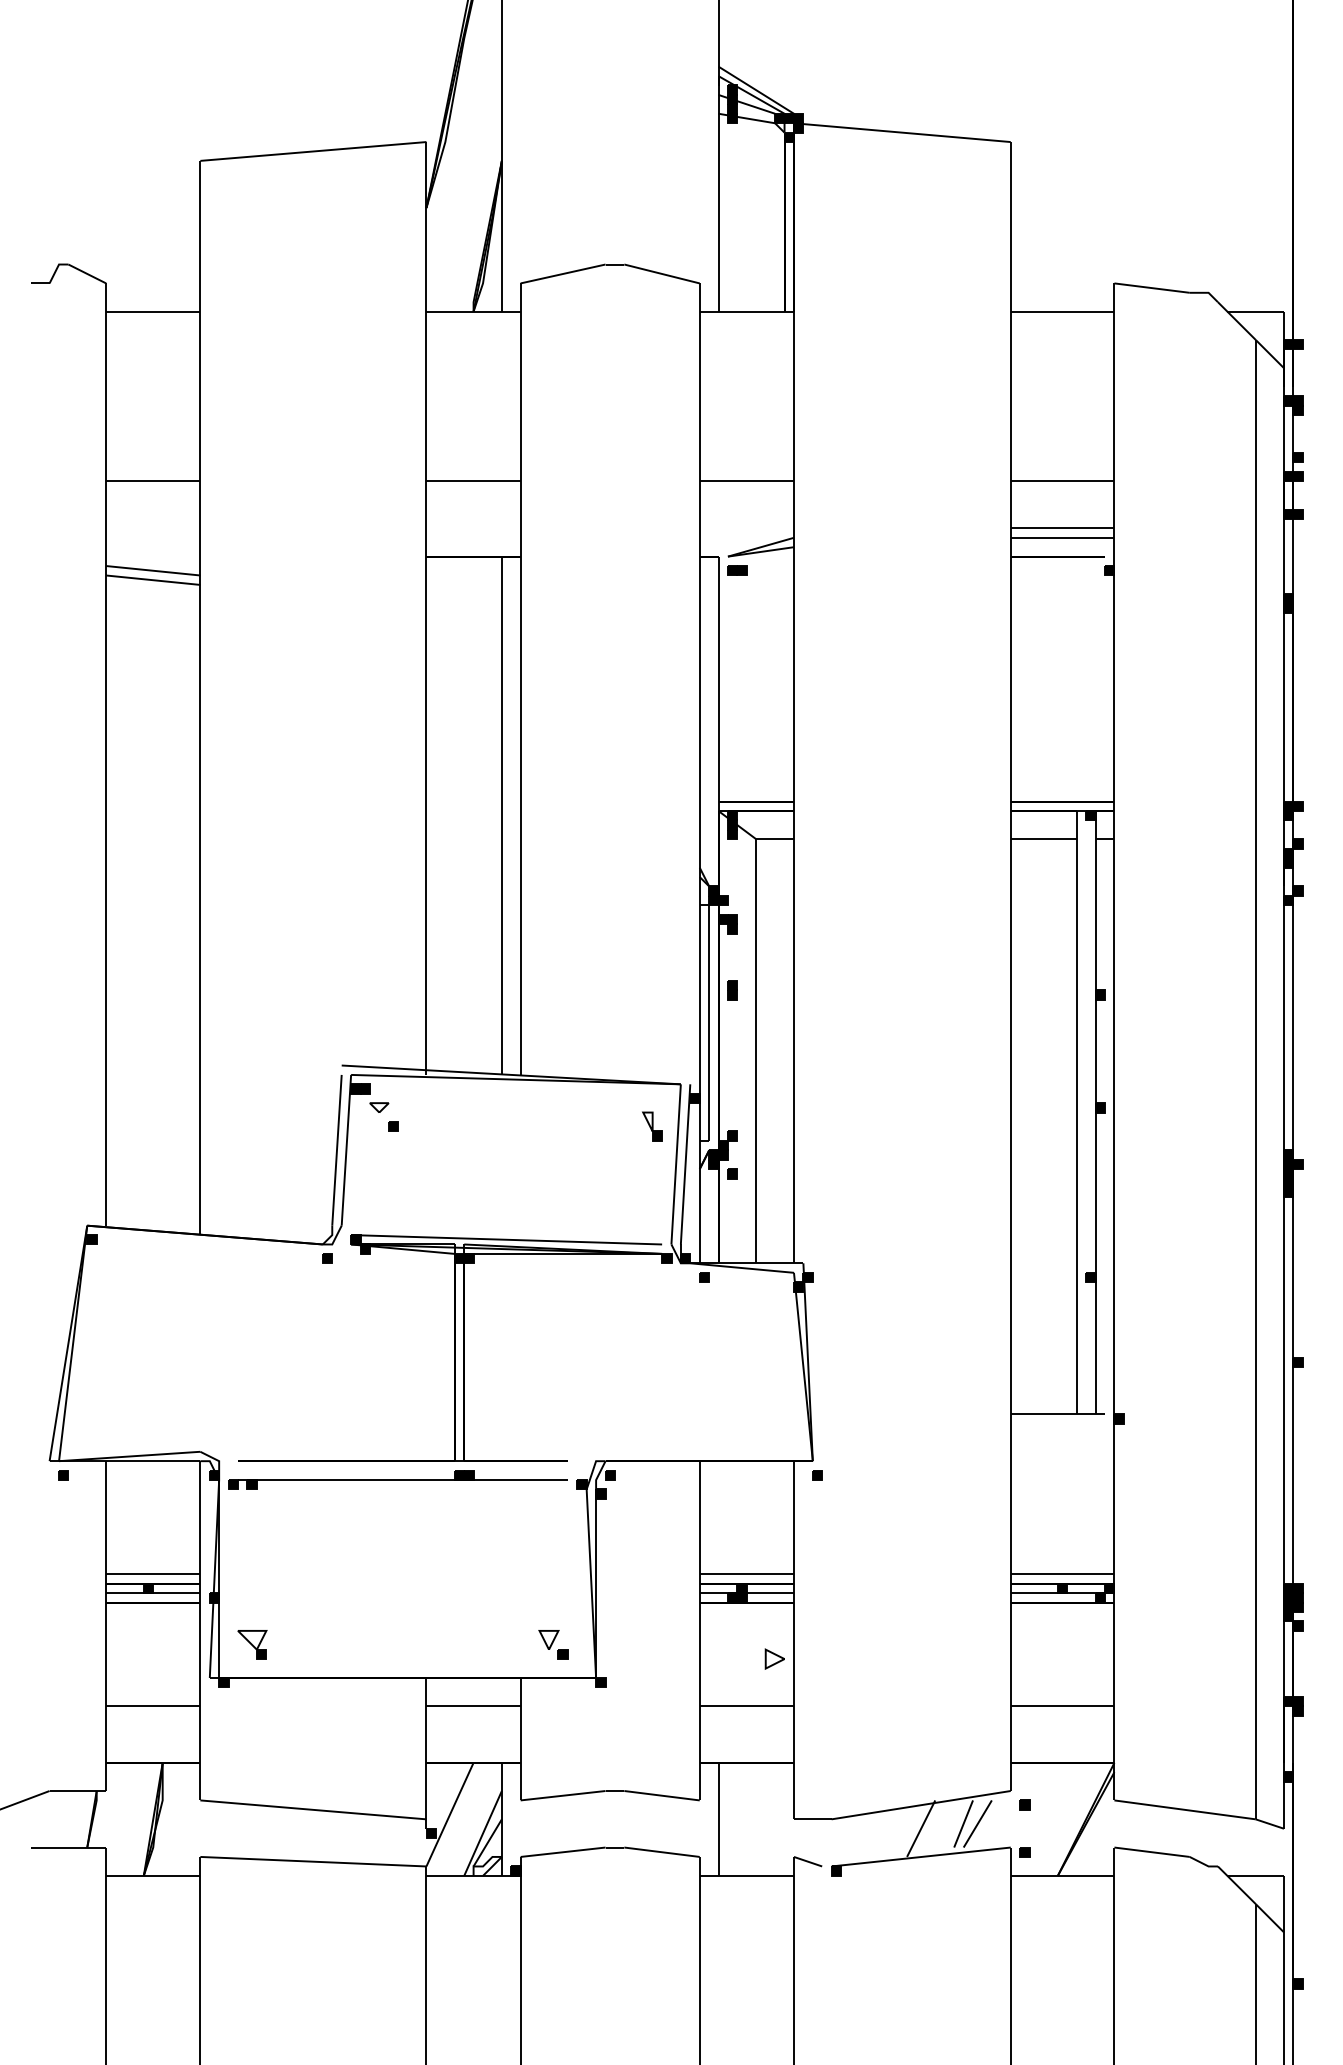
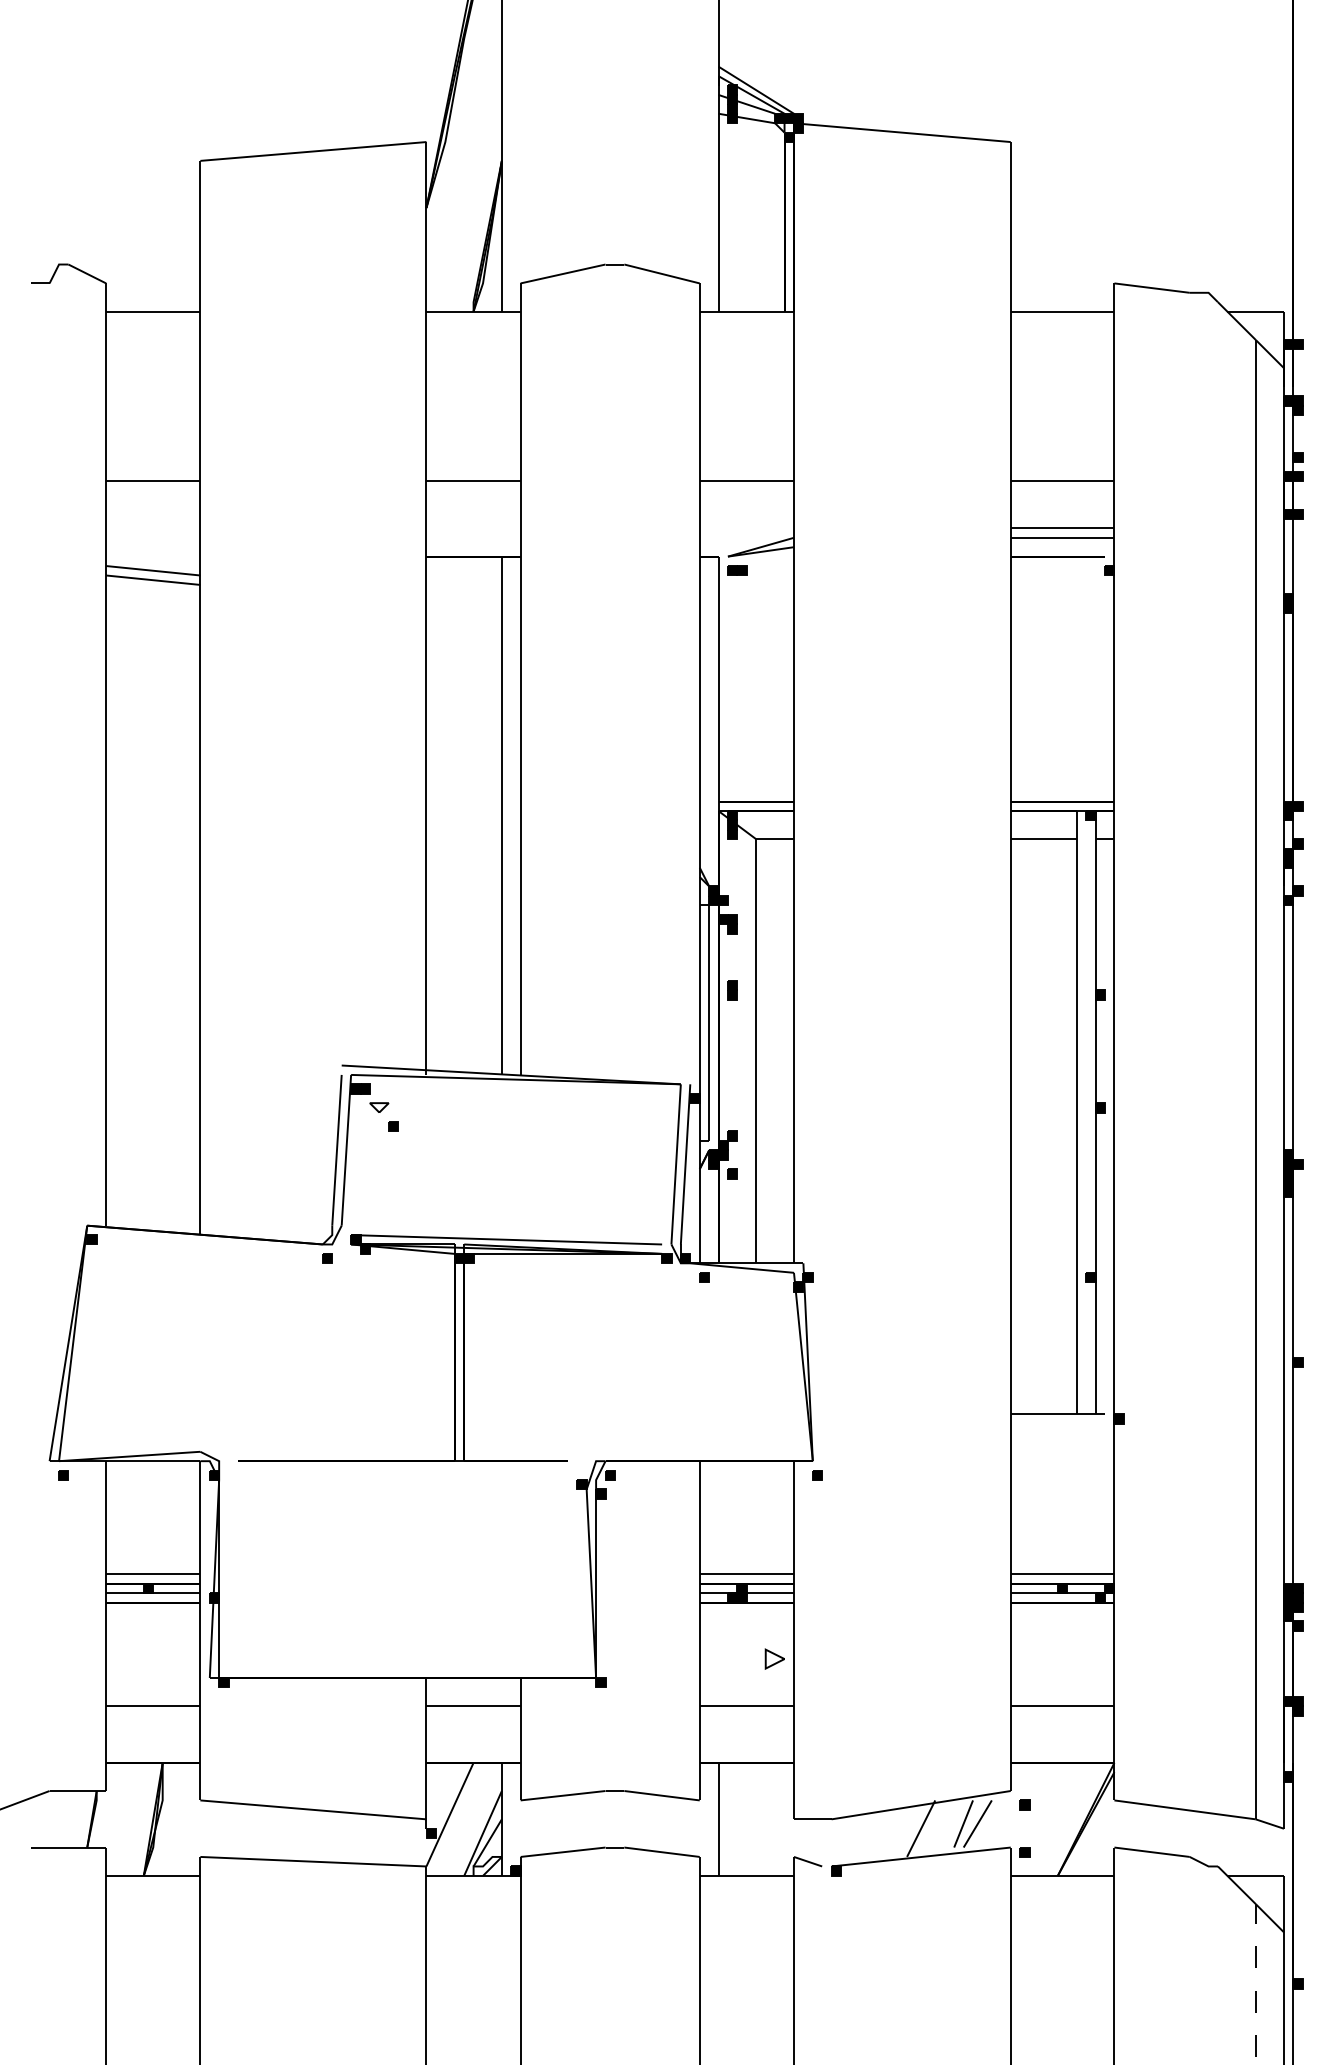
part at (652, 1126): present -> none
part at (397, 1479): present -> none
part at (252, 1644): present -> none
part at (553, 1644): present -> none
line at (1255, 1984): solid -> dashed
